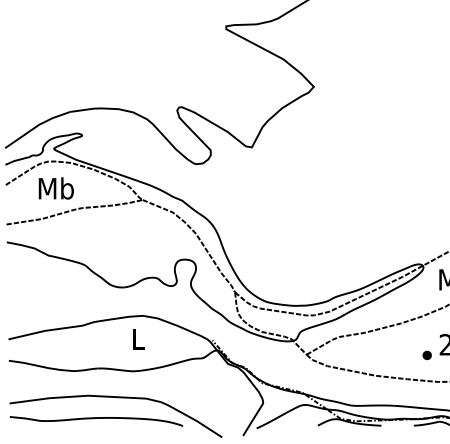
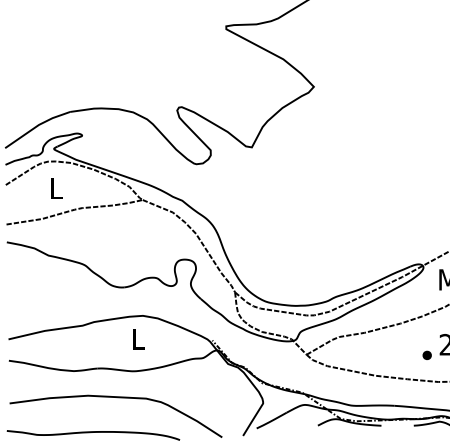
text at (55, 188): Mb -> L
curve at (96, 418) position: (96, 418) -> (93, 432)
